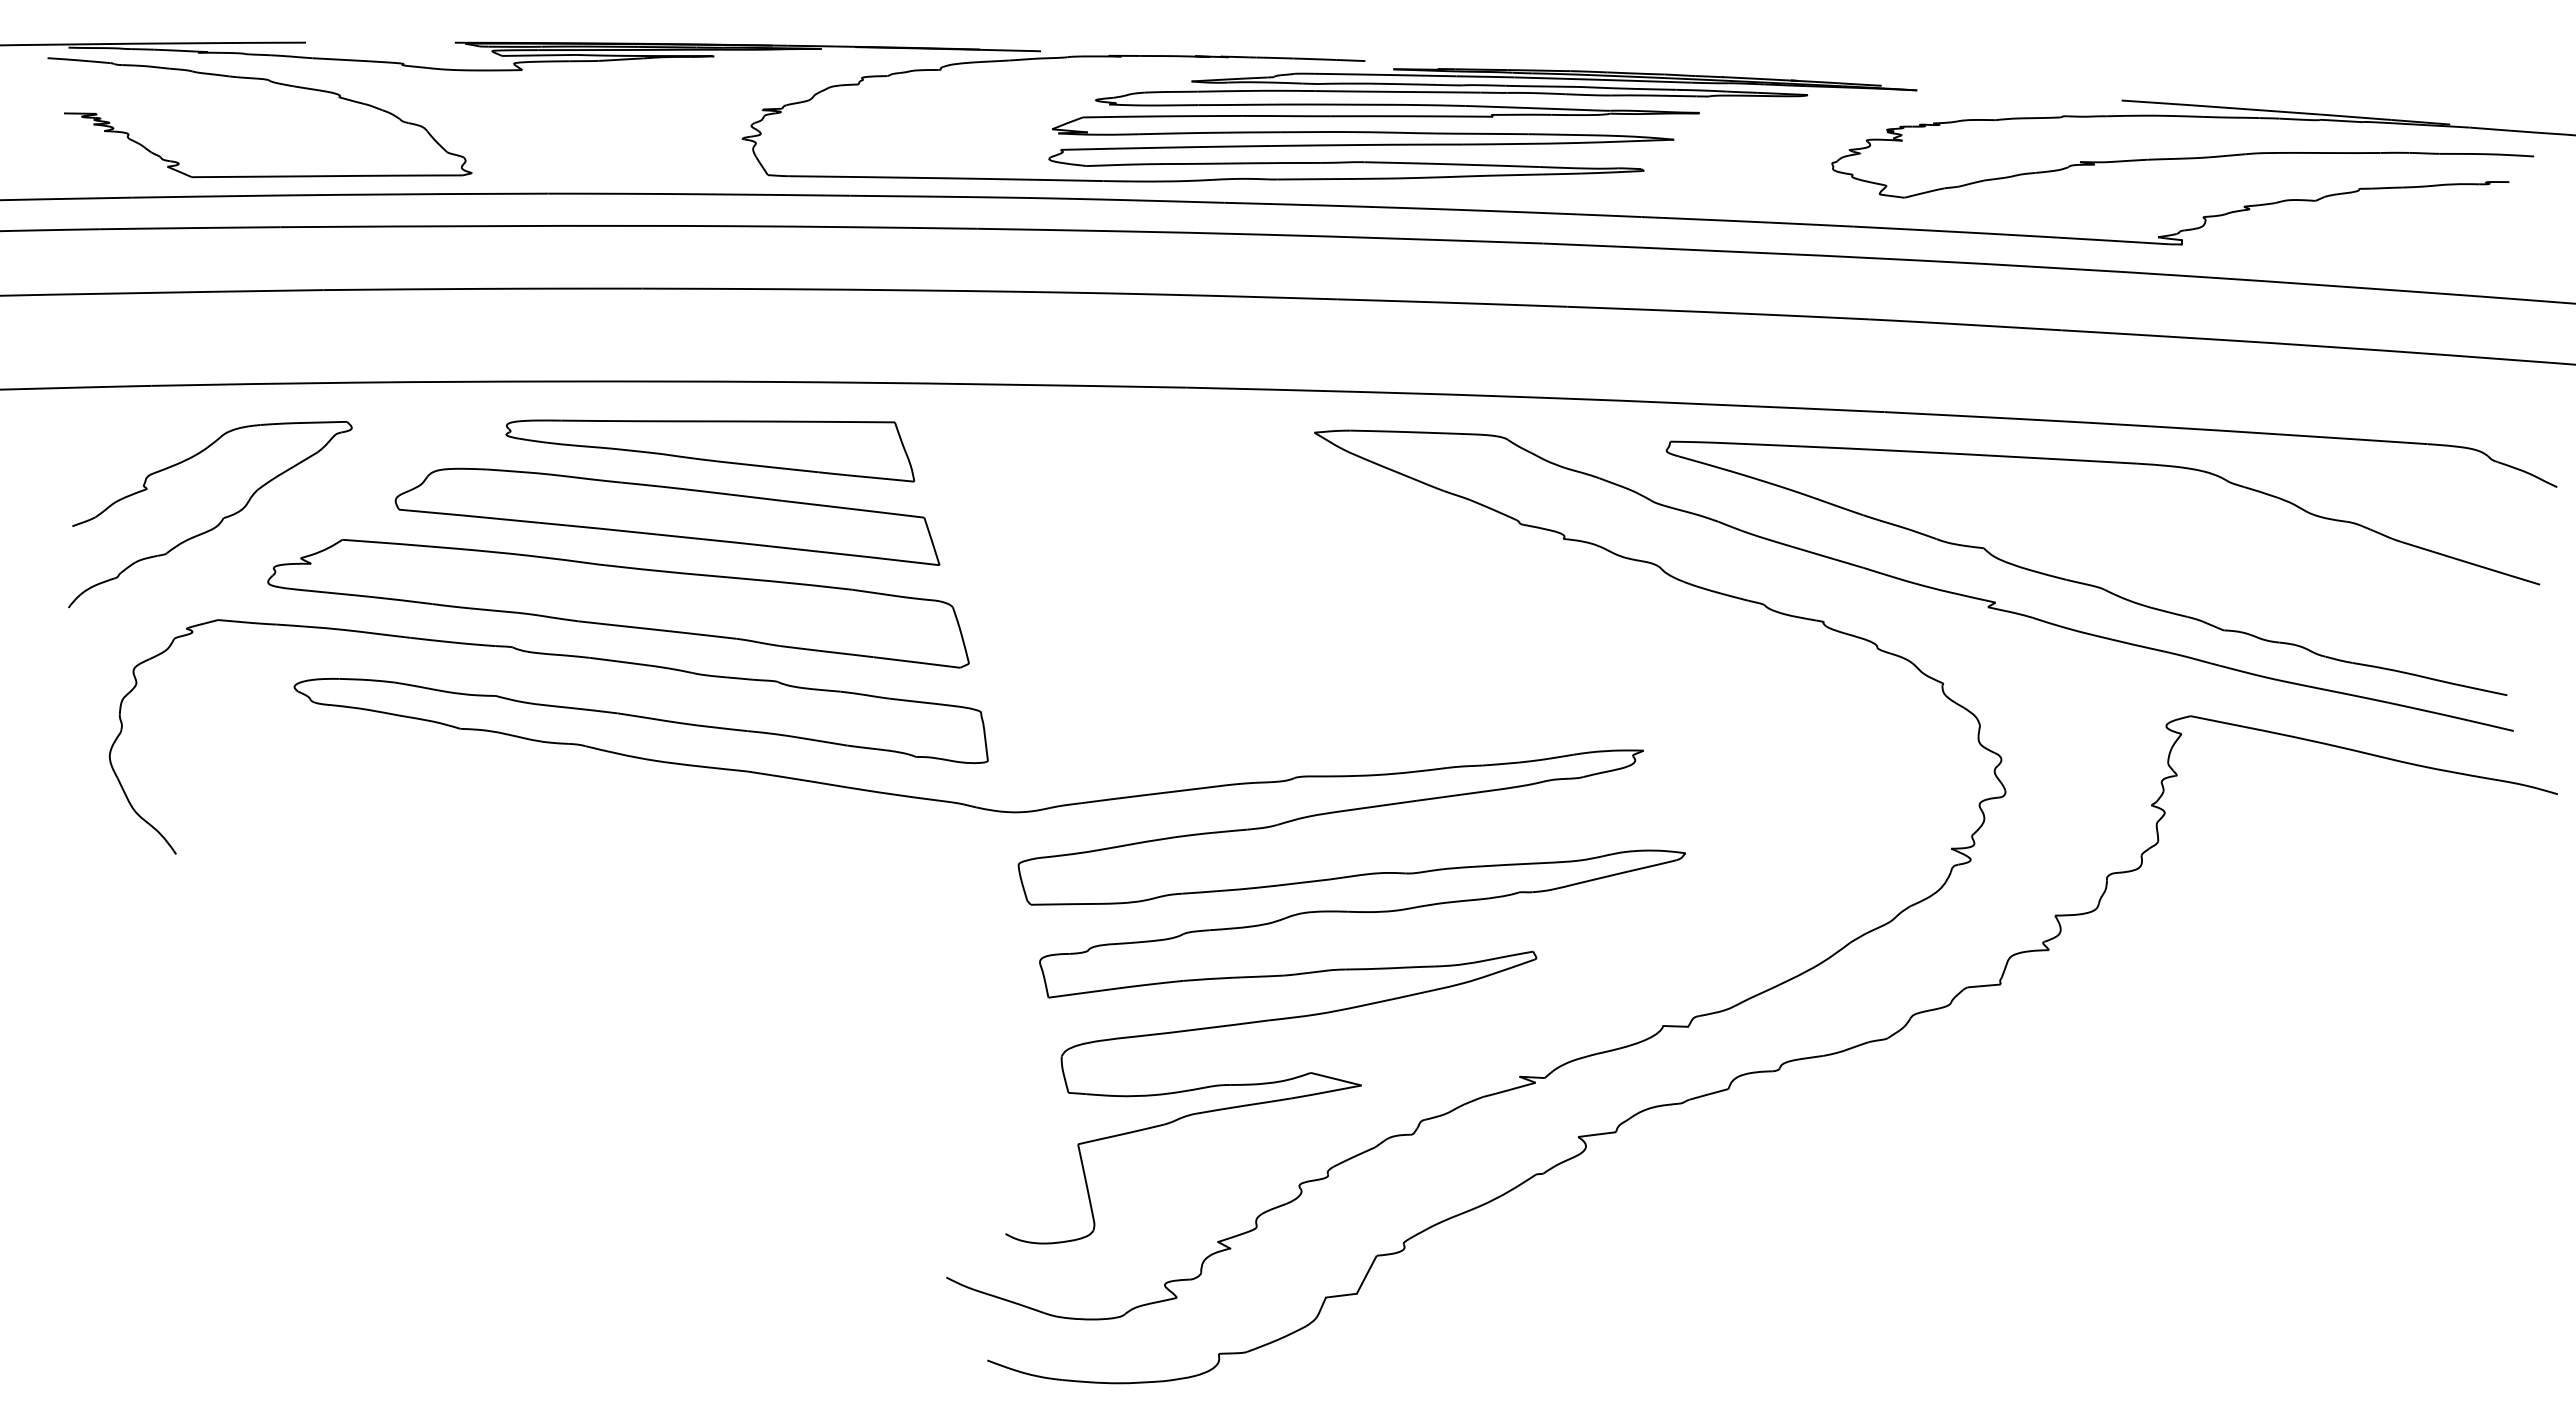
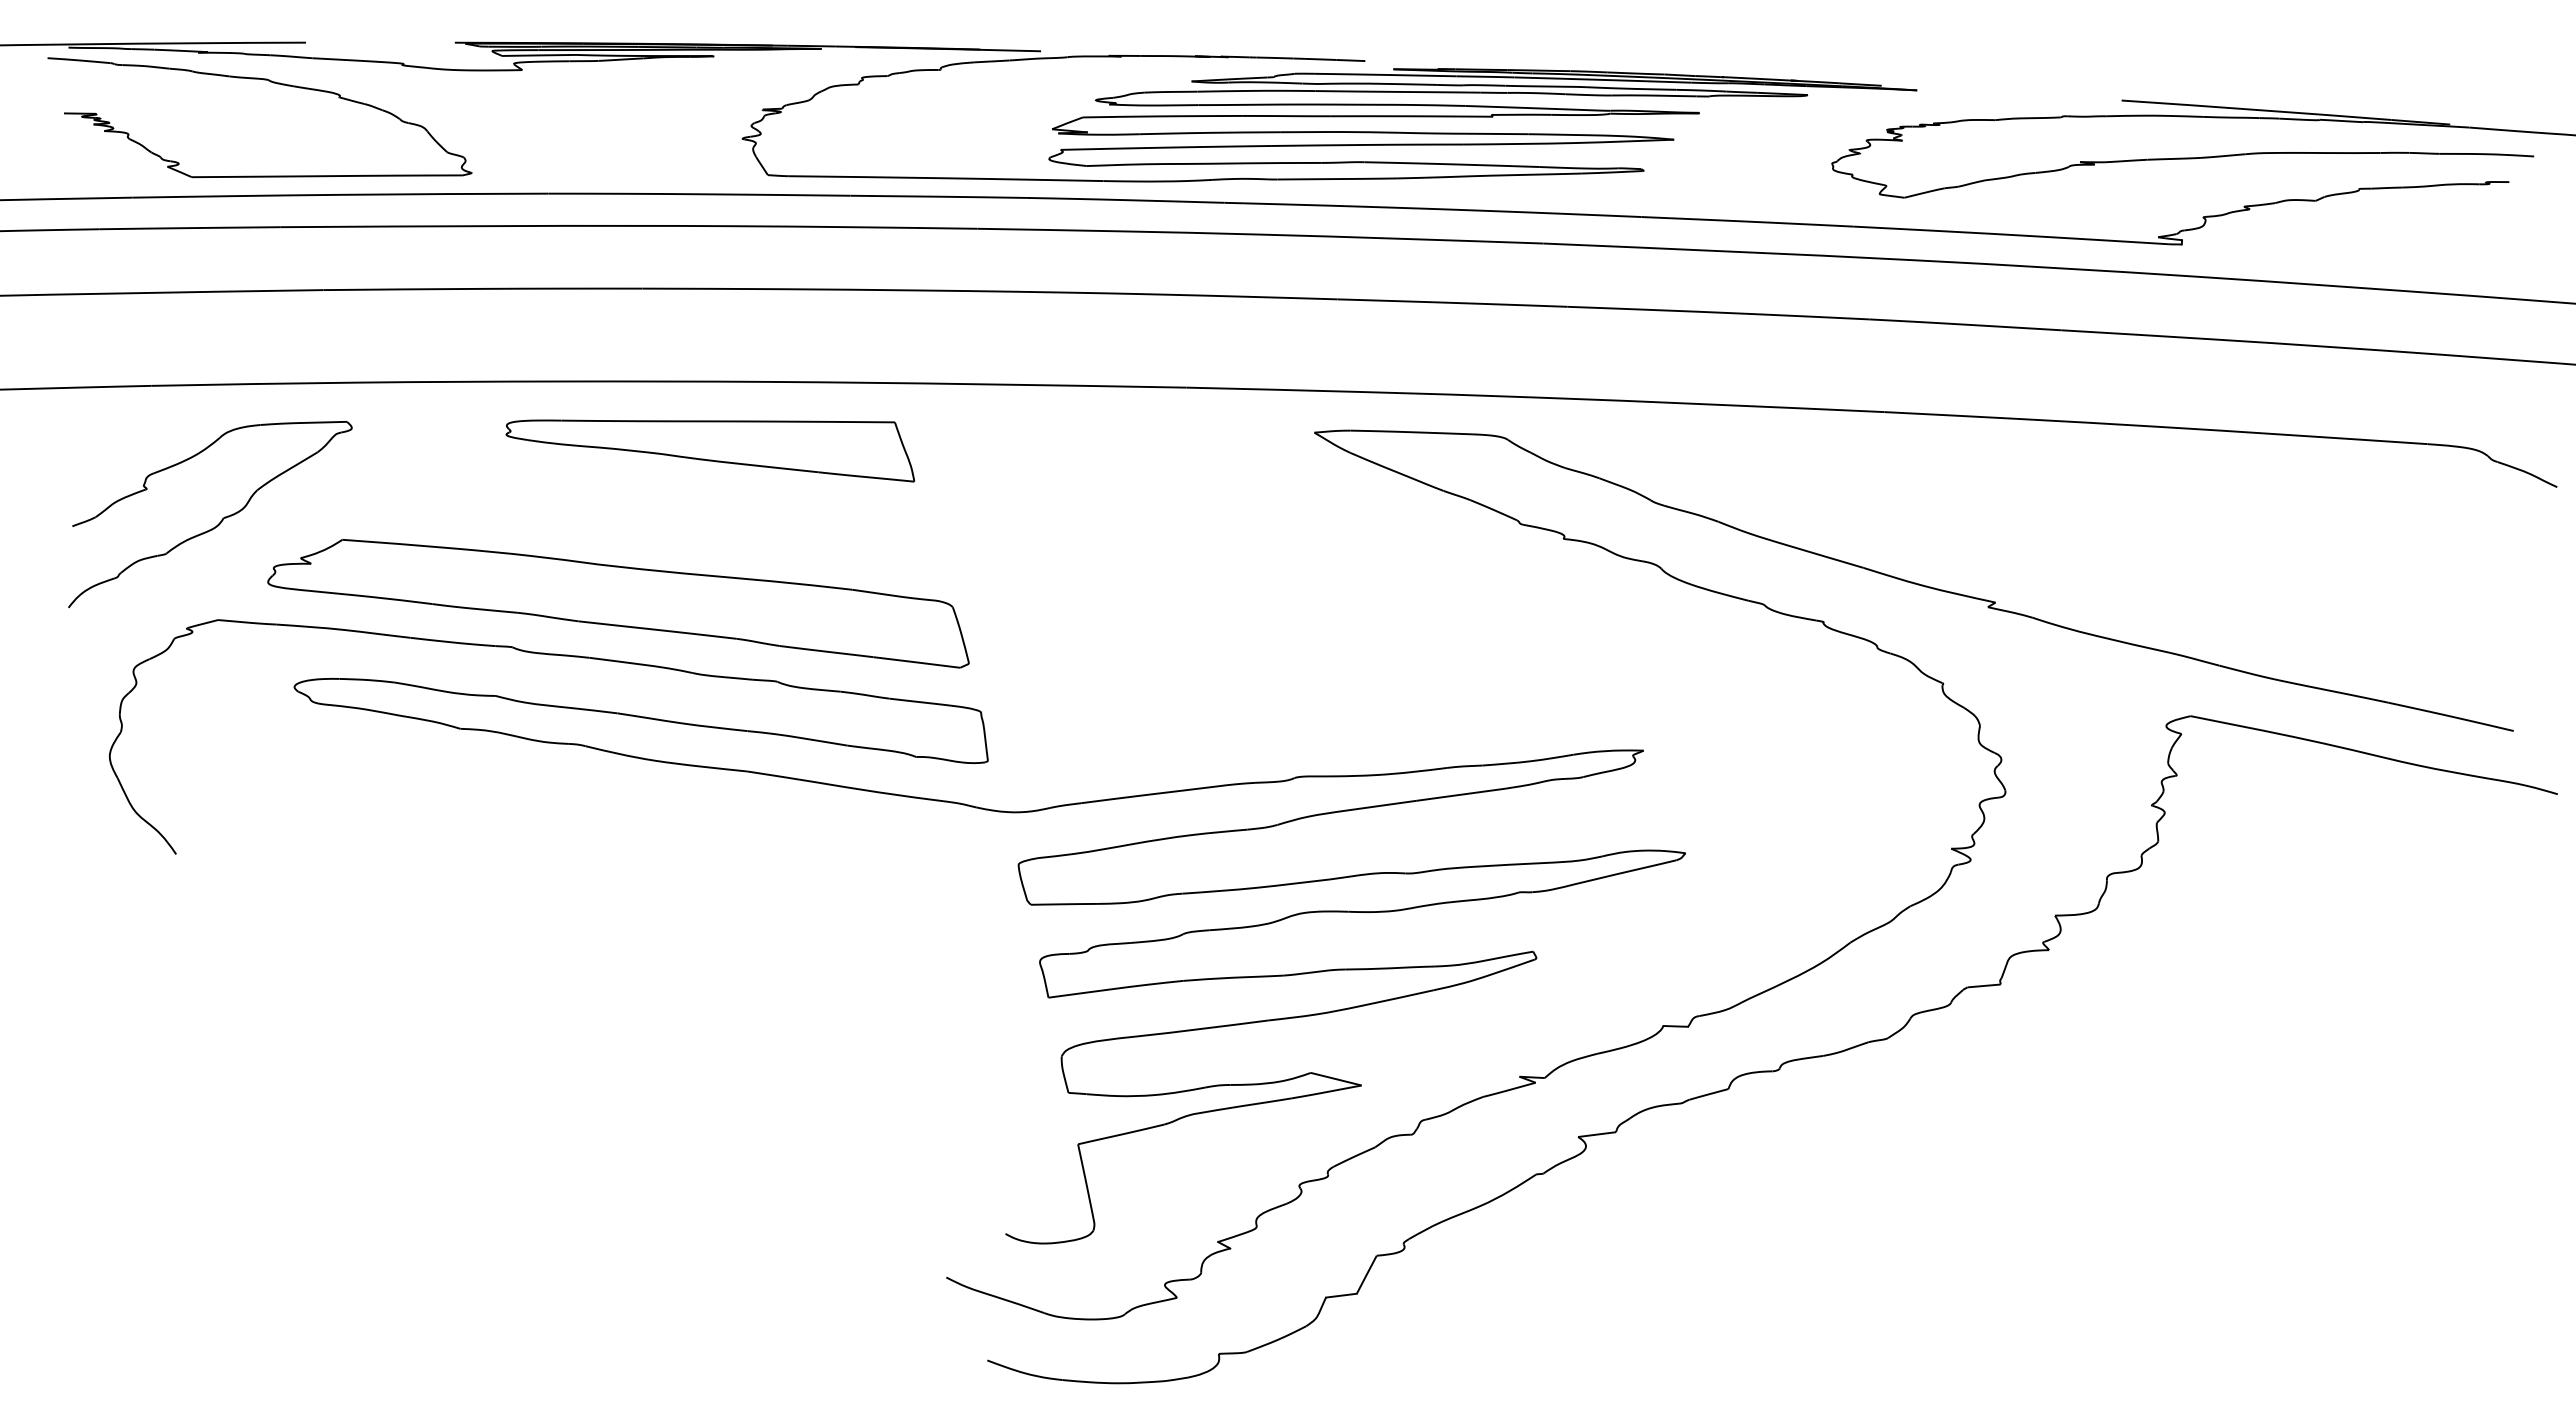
part at (667, 516): present -> none
part at (2096, 585): present -> none
